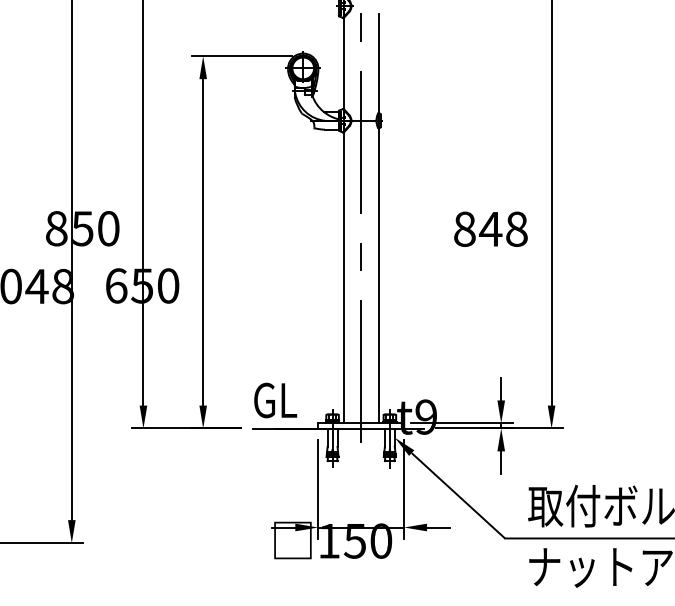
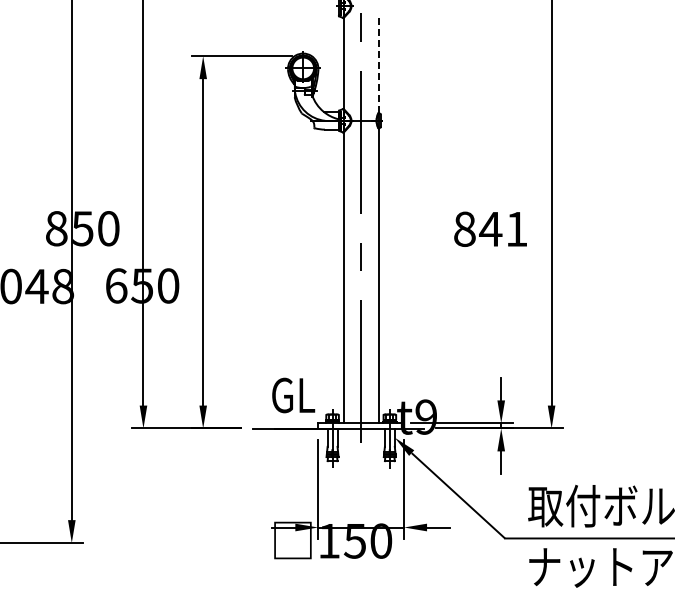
line at (378, 63): solid -> dashed
text at (516, 228): 848 -> 841
text at (275, 400) position: (275, 400) -> (293, 395)
